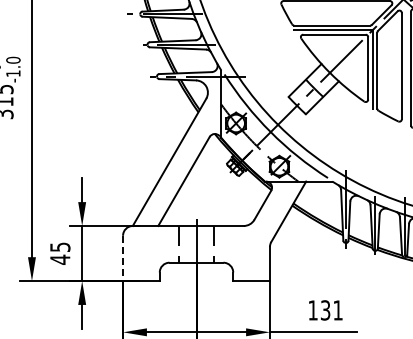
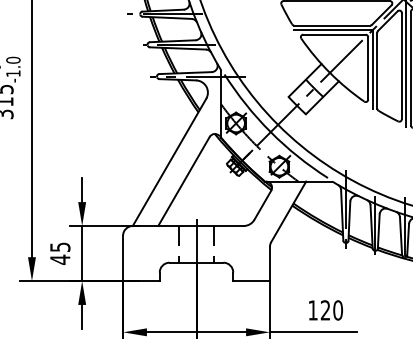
line at (406, 64): none -> present
line at (123, 258): dashed -> solid
text at (332, 310): 131 -> 120
